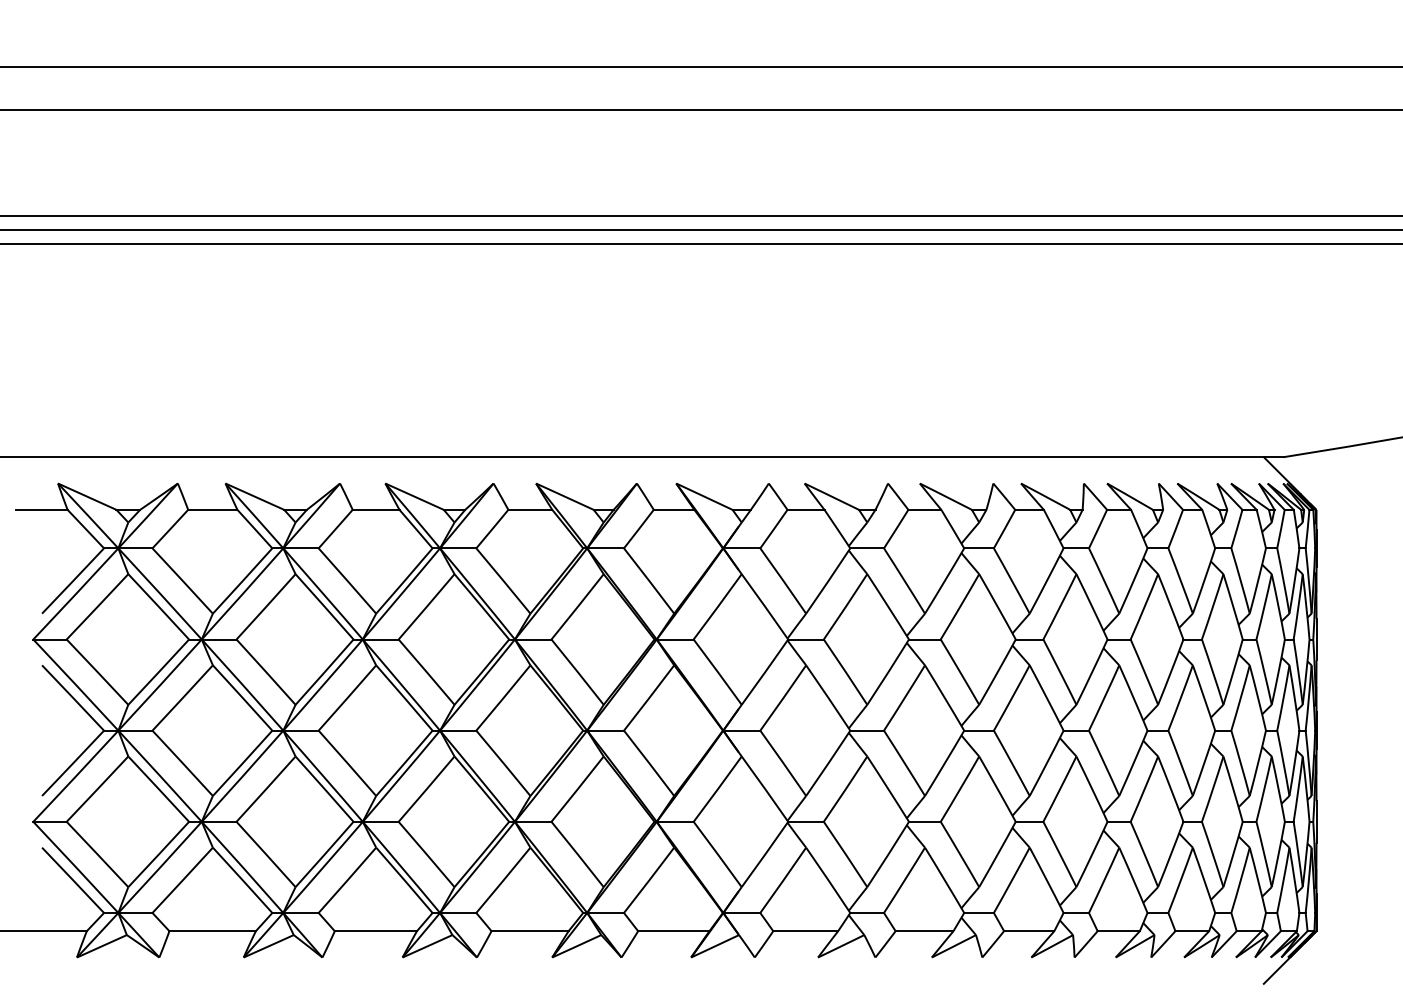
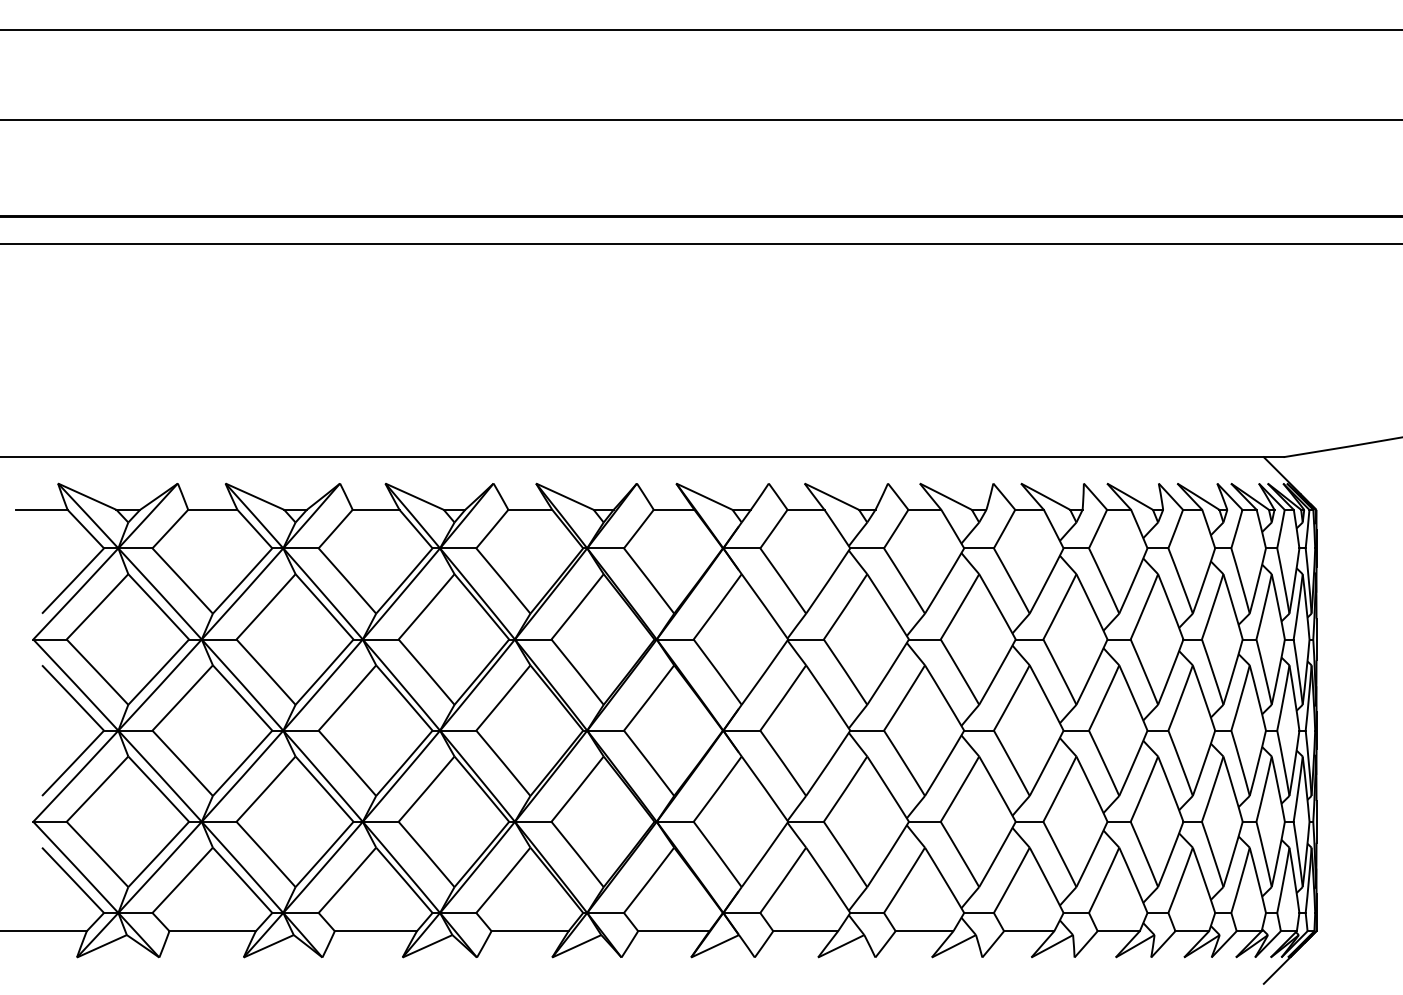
line at (700, 66) position: (700, 66) -> (700, 29)
line at (700, 109) position: (700, 109) -> (700, 119)
line at (700, 230) position: (700, 230) -> (700, 217)
